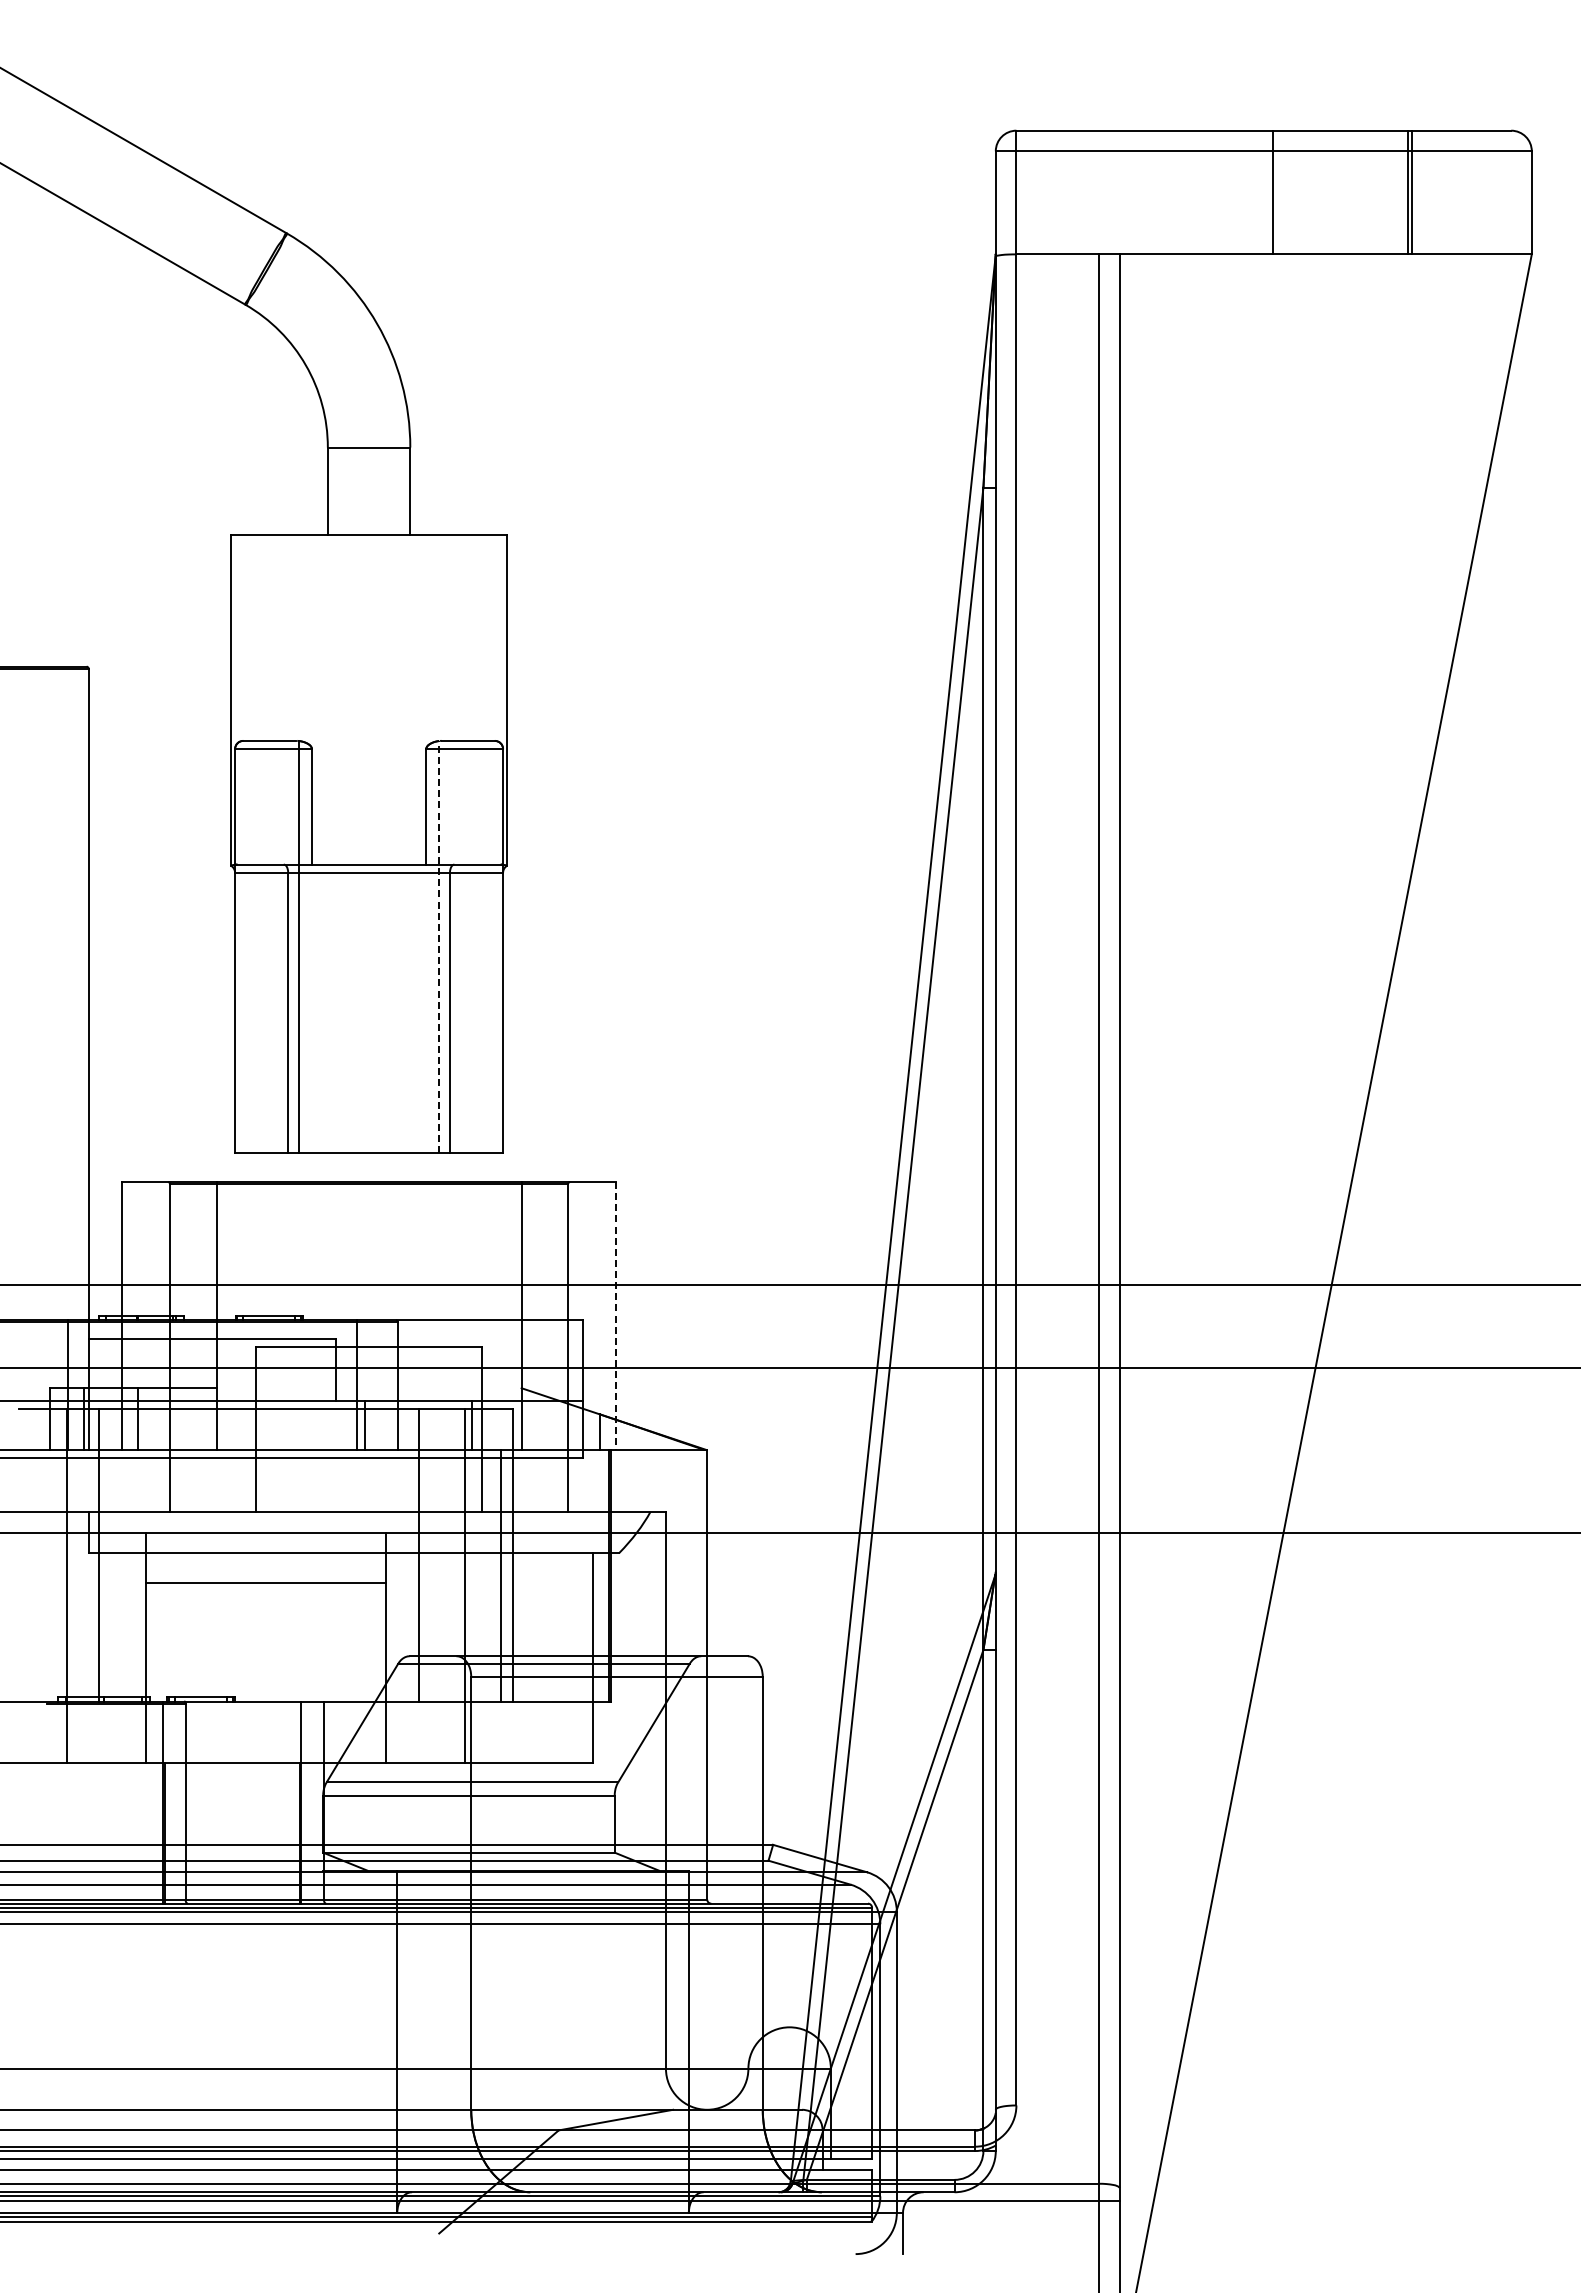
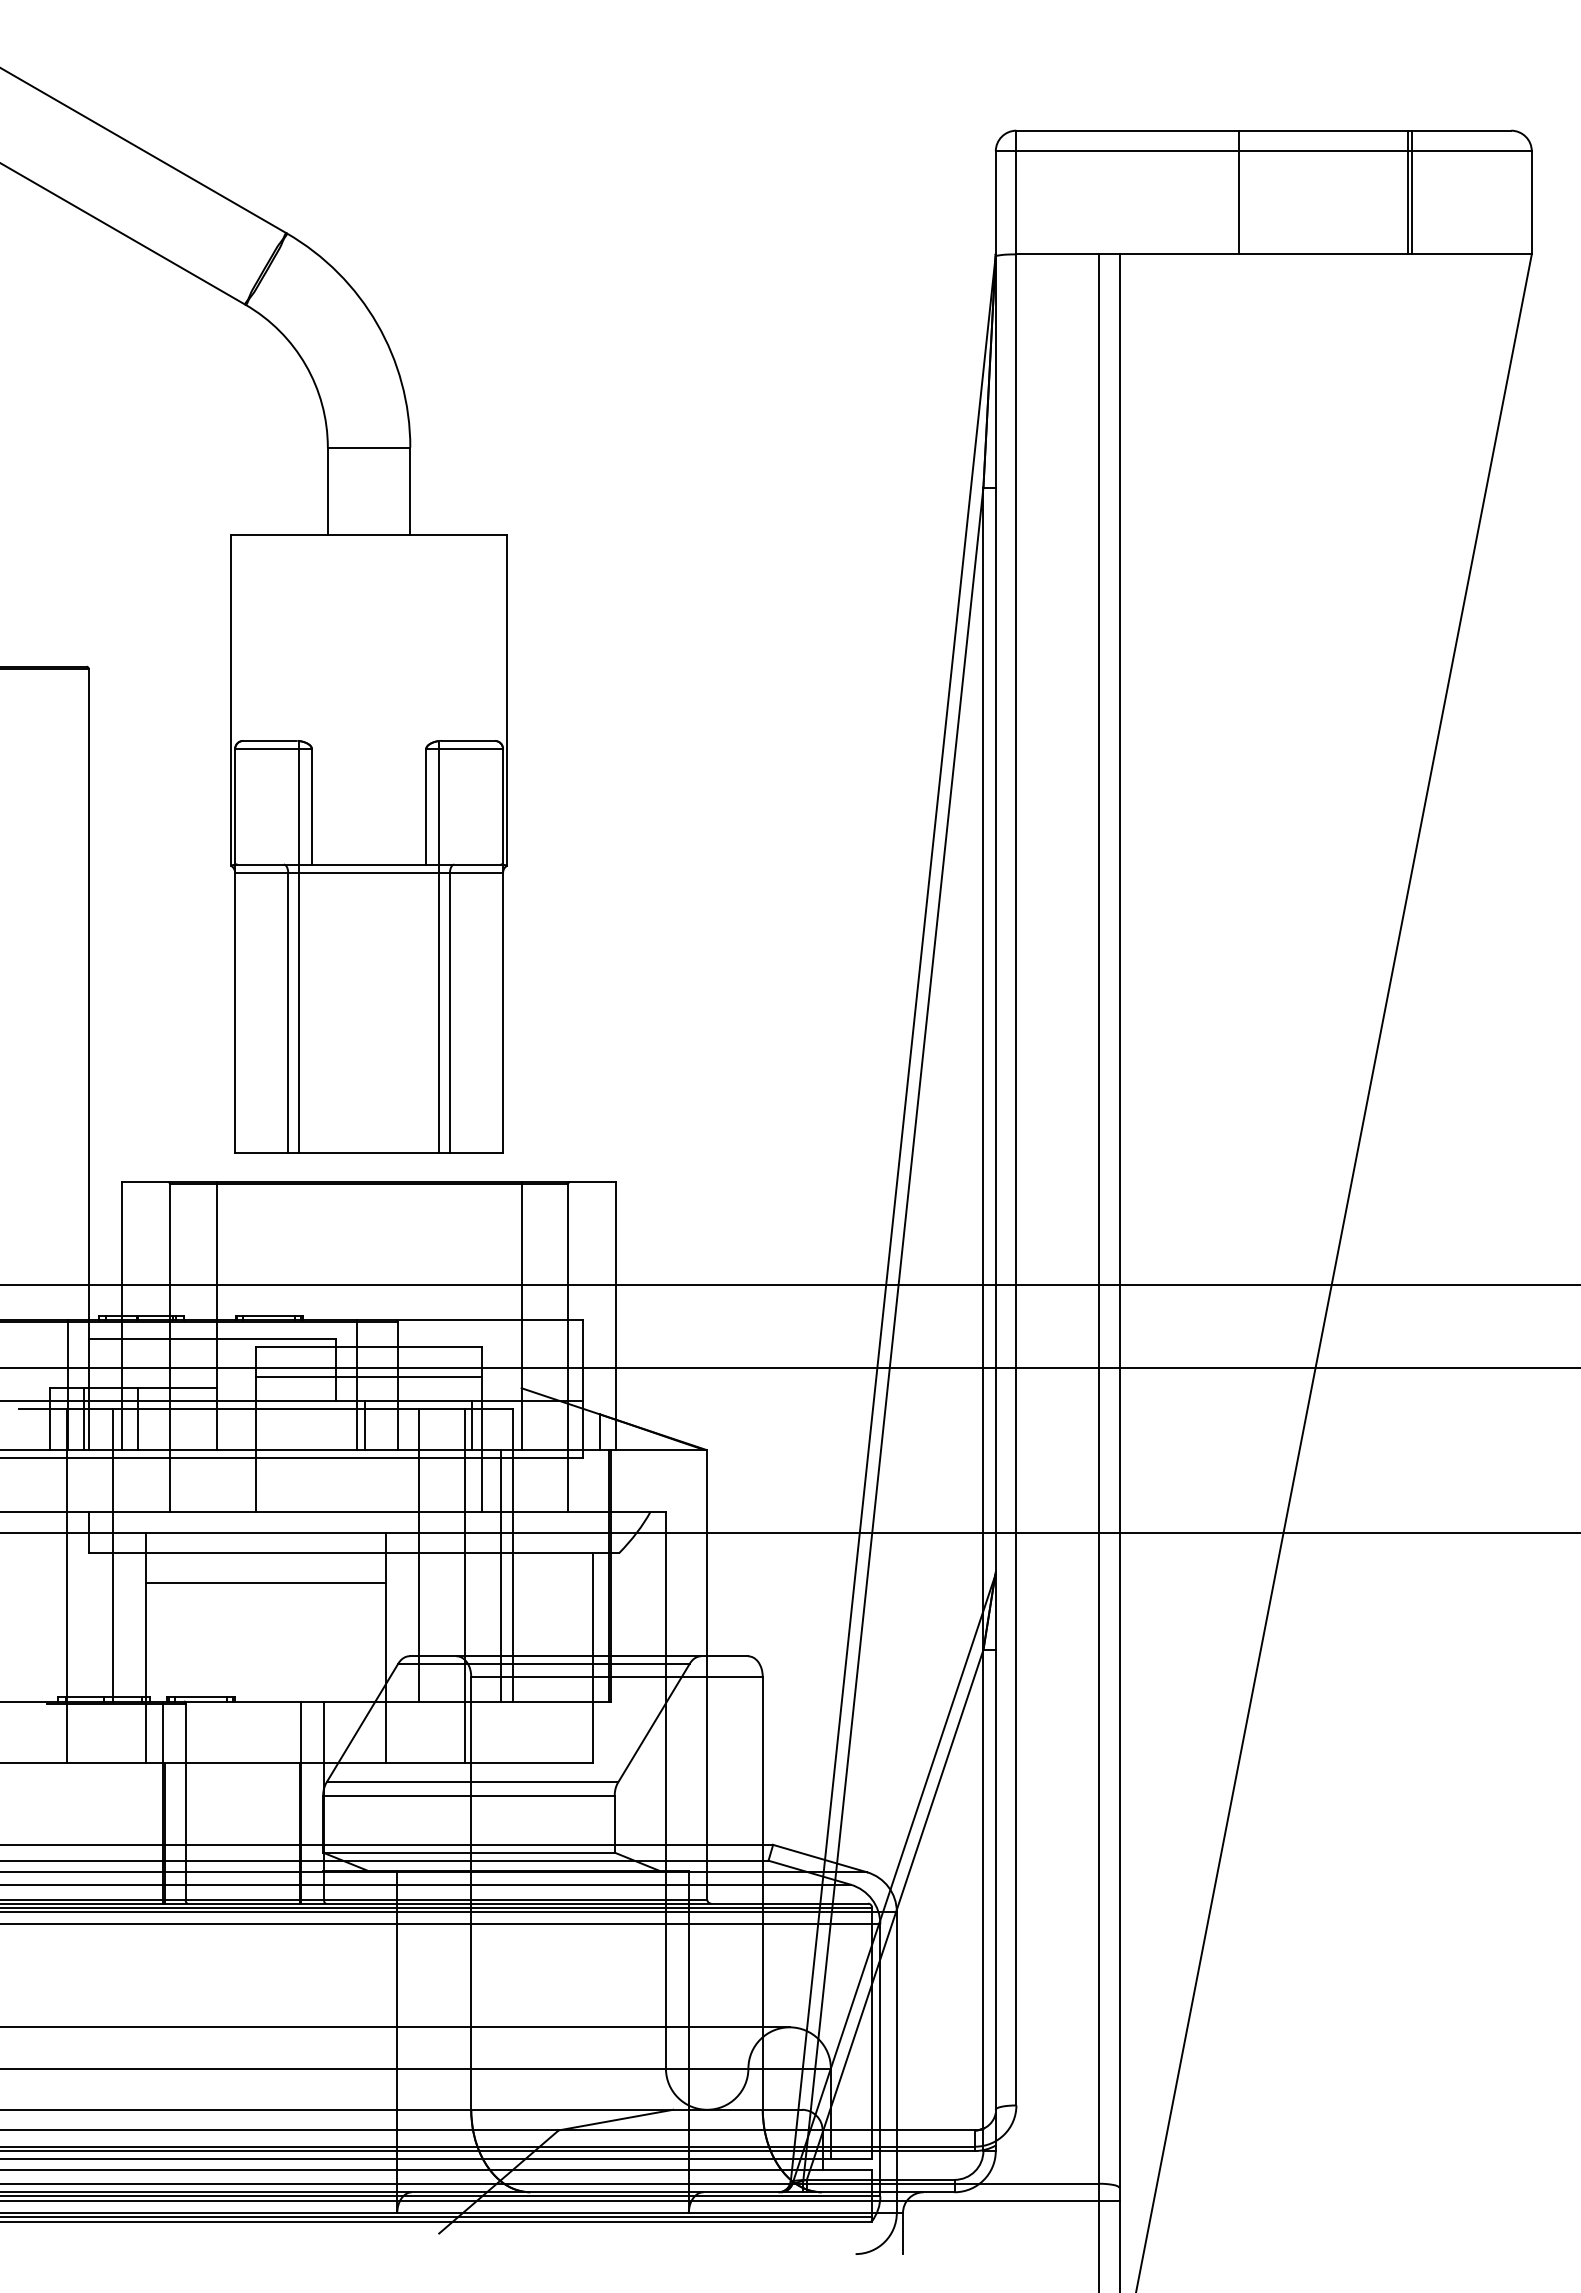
line at (1273, 192) position: (1273, 192) -> (1239, 192)
line at (439, 946): dashed -> solid
line at (616, 1316): dashed -> solid
line at (368, 1376): none -> present
line at (99, 1554) position: (99, 1554) -> (113, 1554)
line at (395, 2027): none -> present
